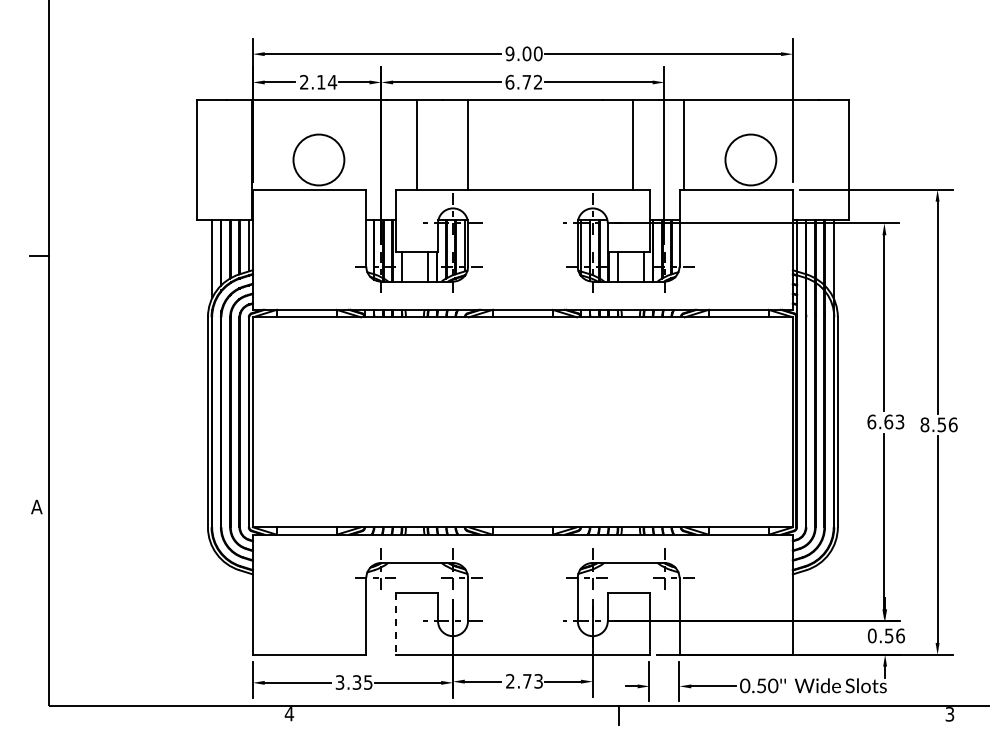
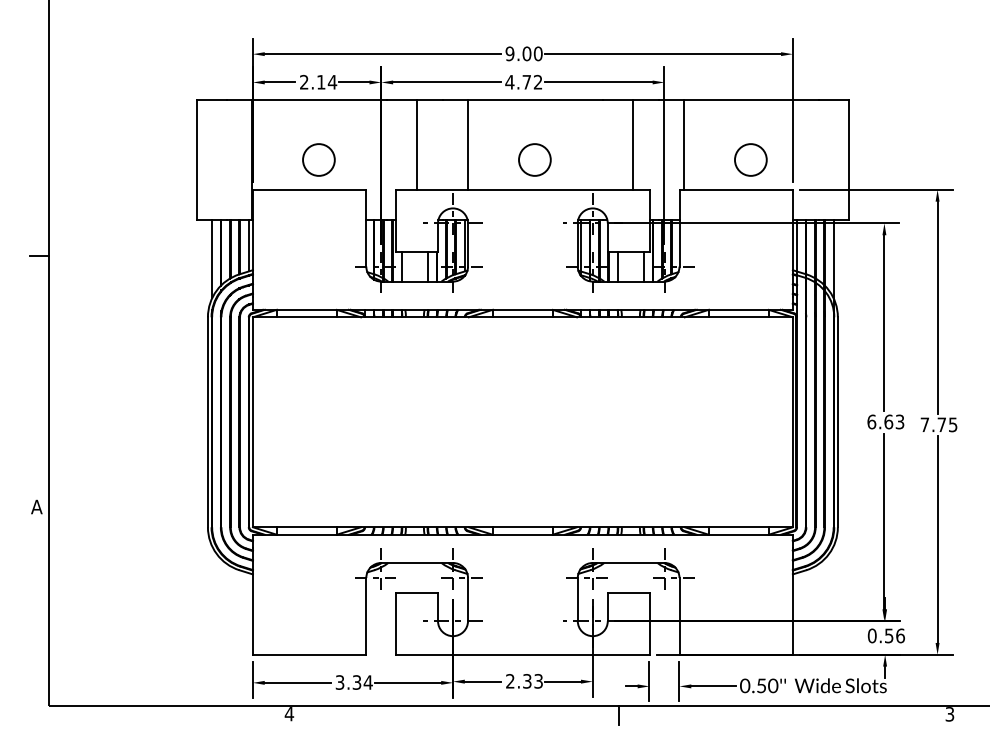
text at (509, 81): 6.72 -> 4.72
circle at (318, 159) diameter: 51 px -> 32 px
circle at (534, 159): none -> present
circle at (750, 159) diameter: 51 px -> 32 px
text at (938, 424): 8.56 -> 7.75
line at (396, 623): dashed -> solid
text at (527, 681): 2.73 -> 2.33
text at (367, 682): 3.35 -> 3.34
